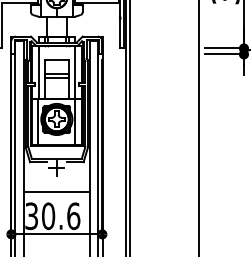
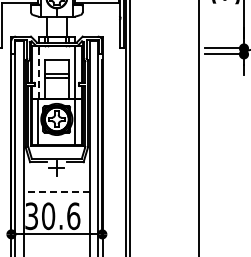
line at (39, 72): solid -> dashed
line at (56, 192): solid -> dashed
